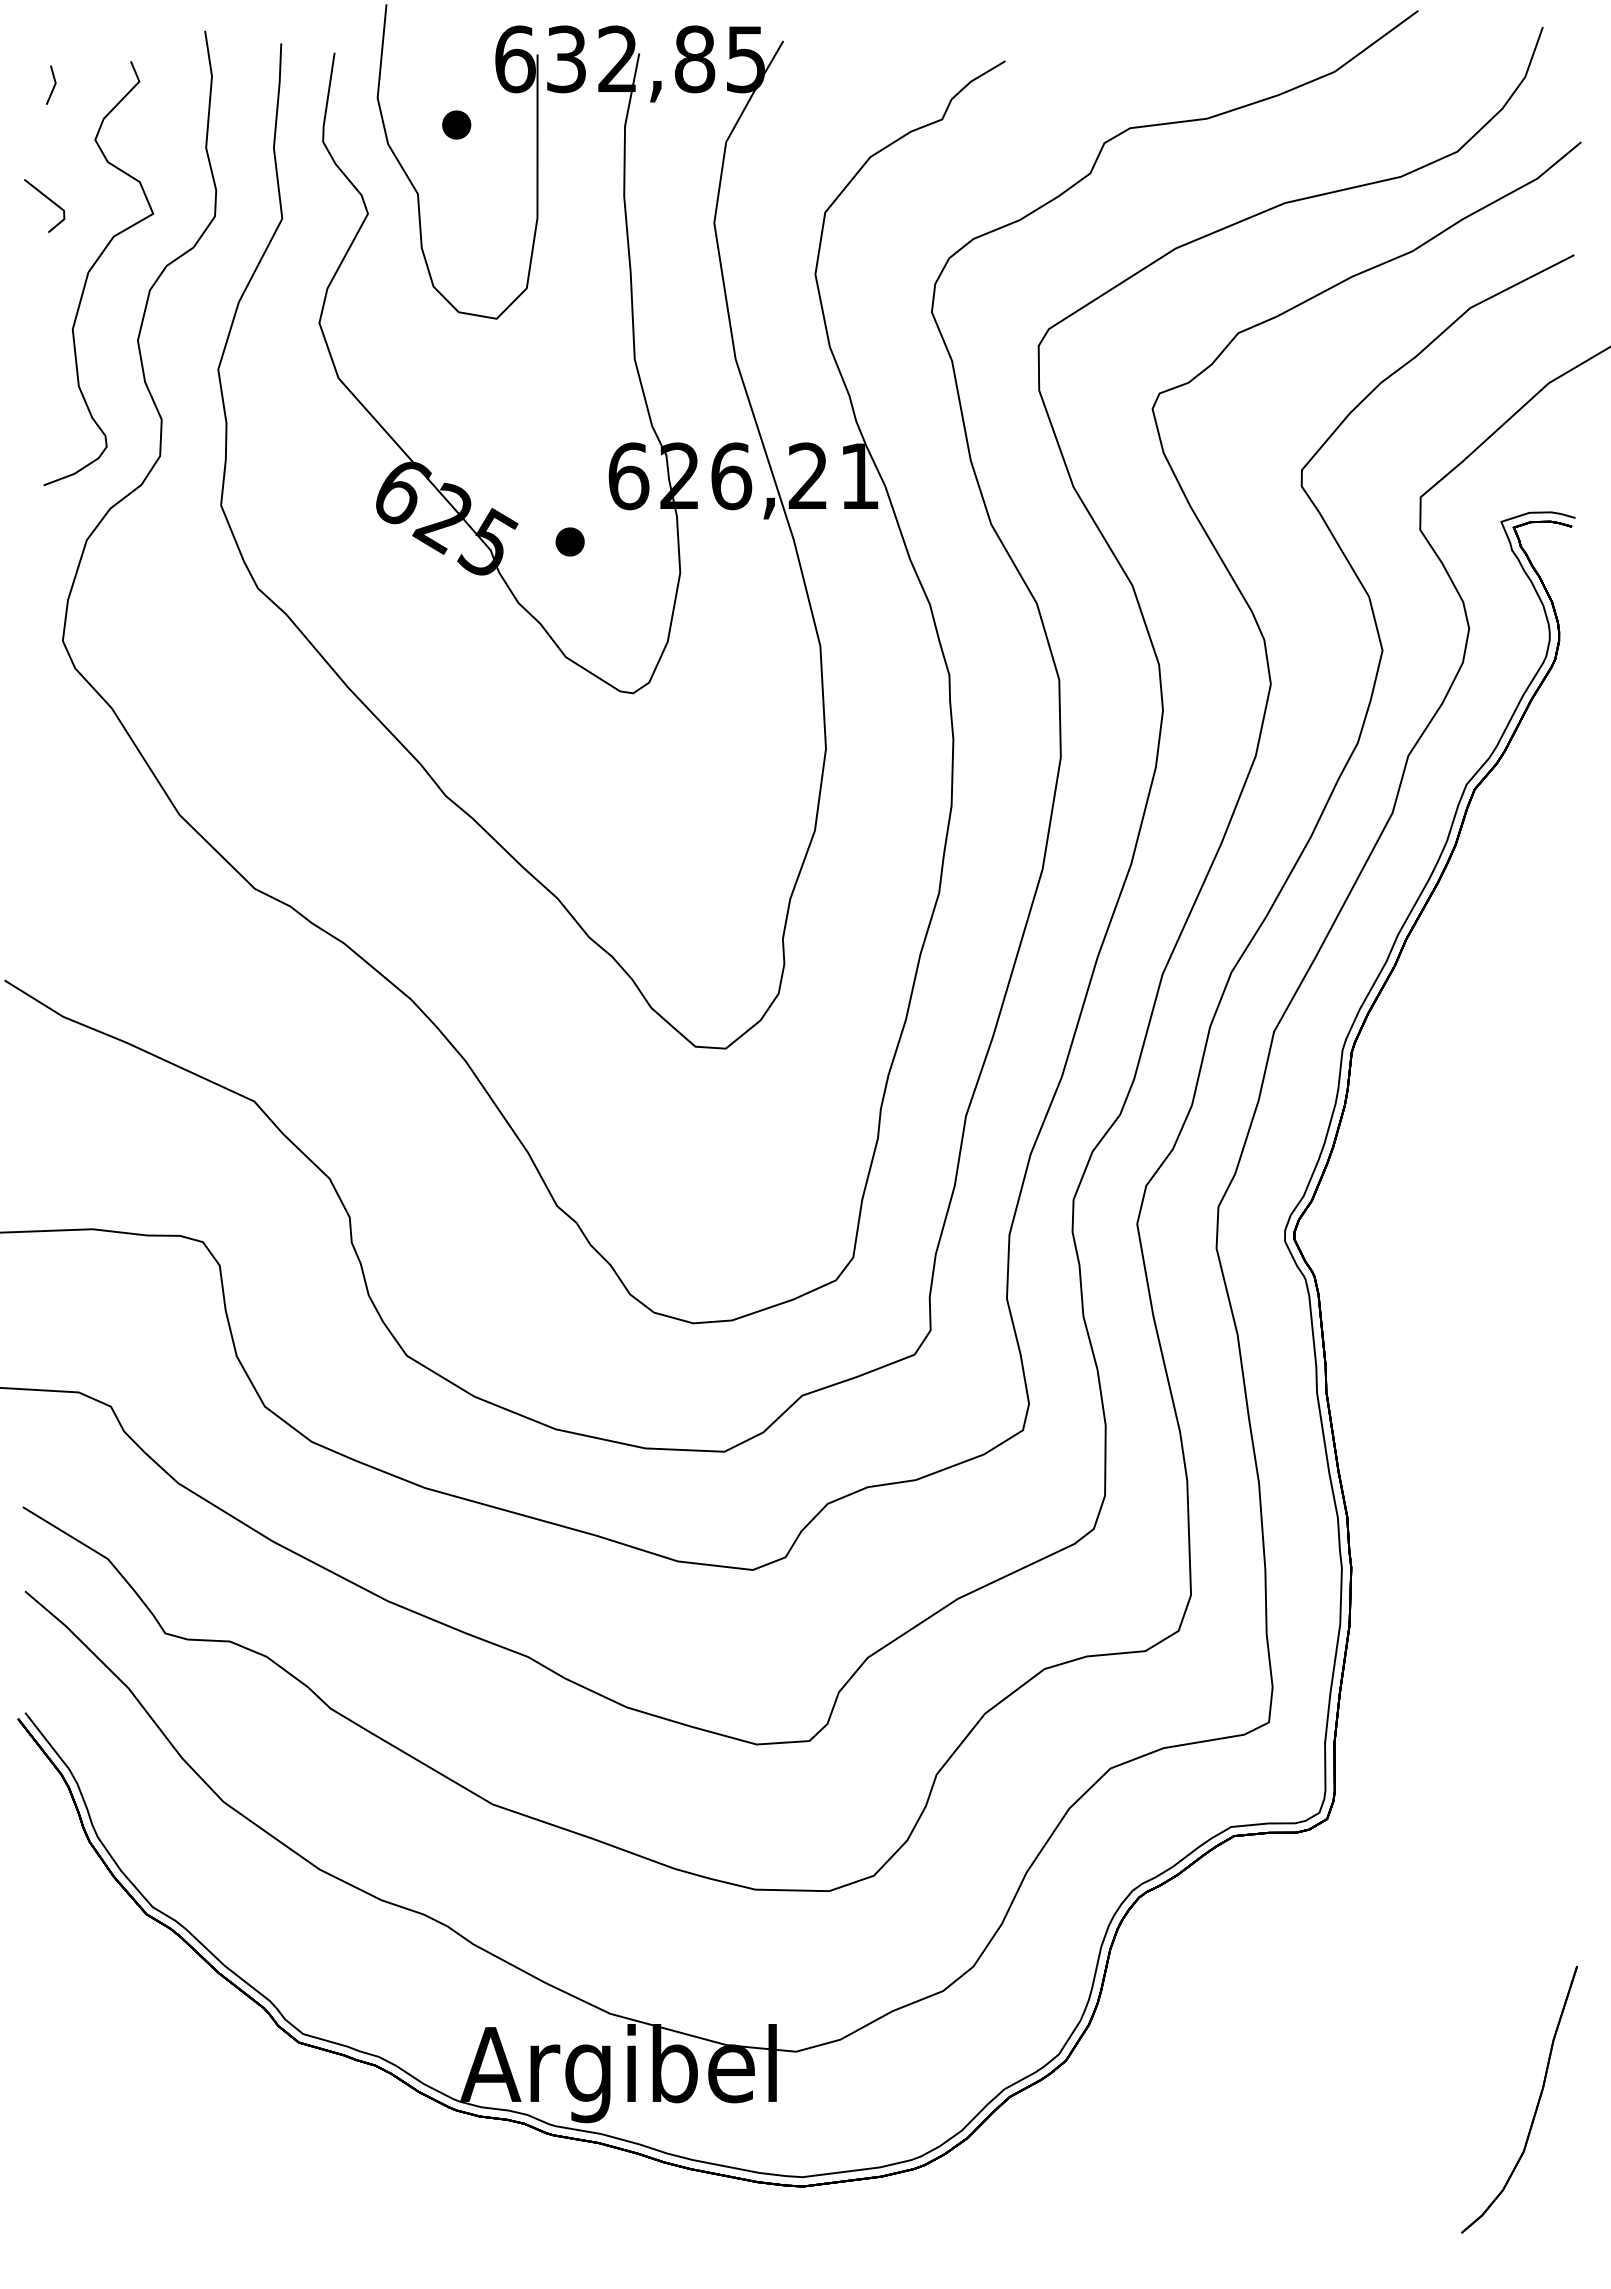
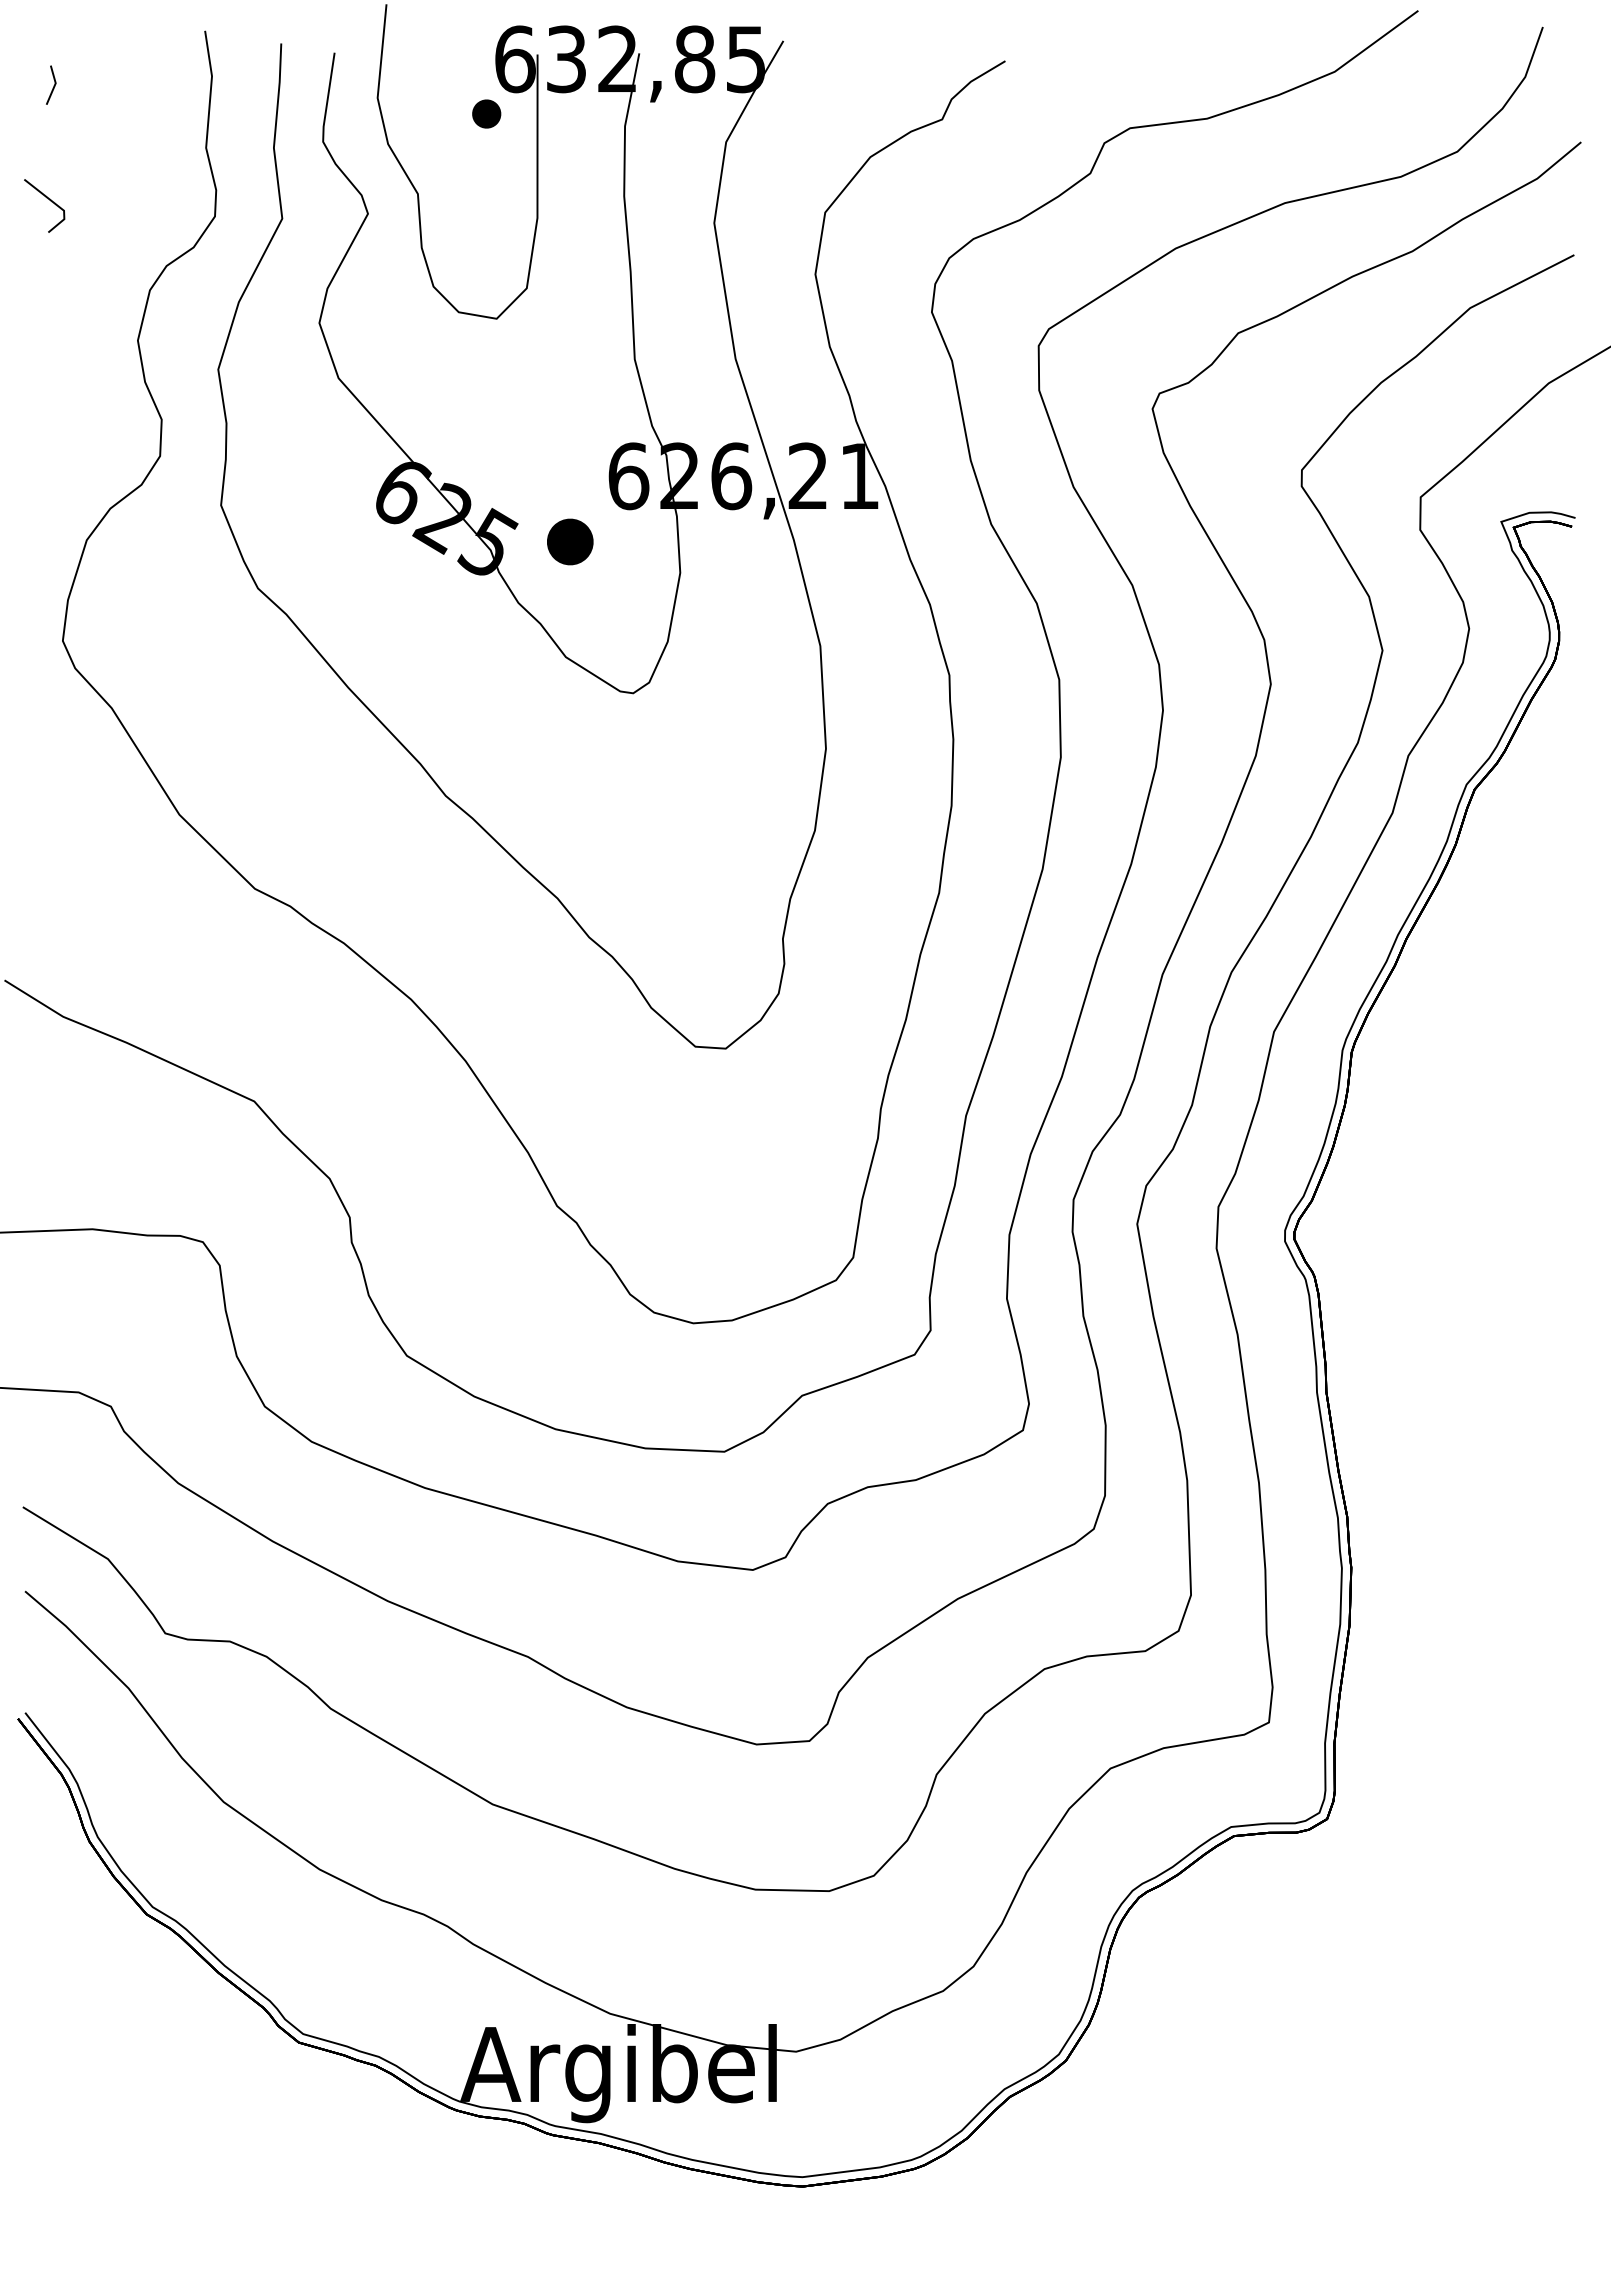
part at (456, 124) position: (456, 124) -> (486, 113)
curve at (93, 267): present -> none
part at (569, 541) size: 30x30 px -> 47x48 px
part at (1536, 2105): present -> none
